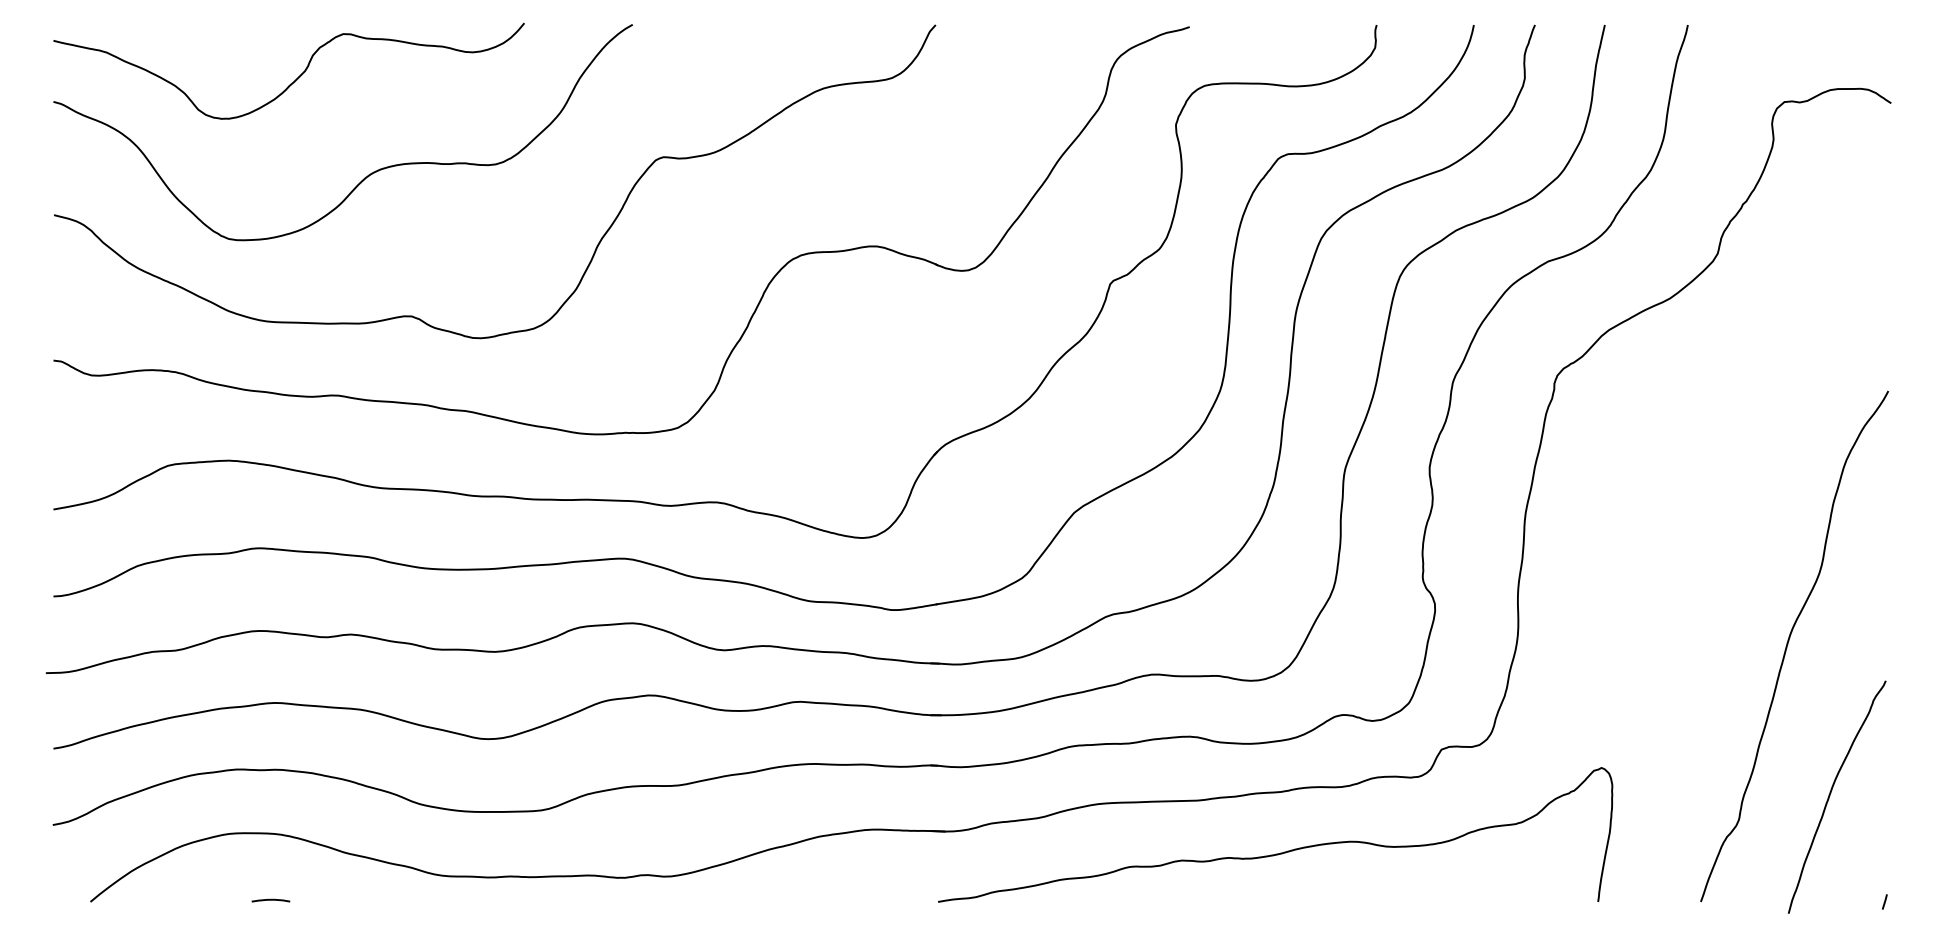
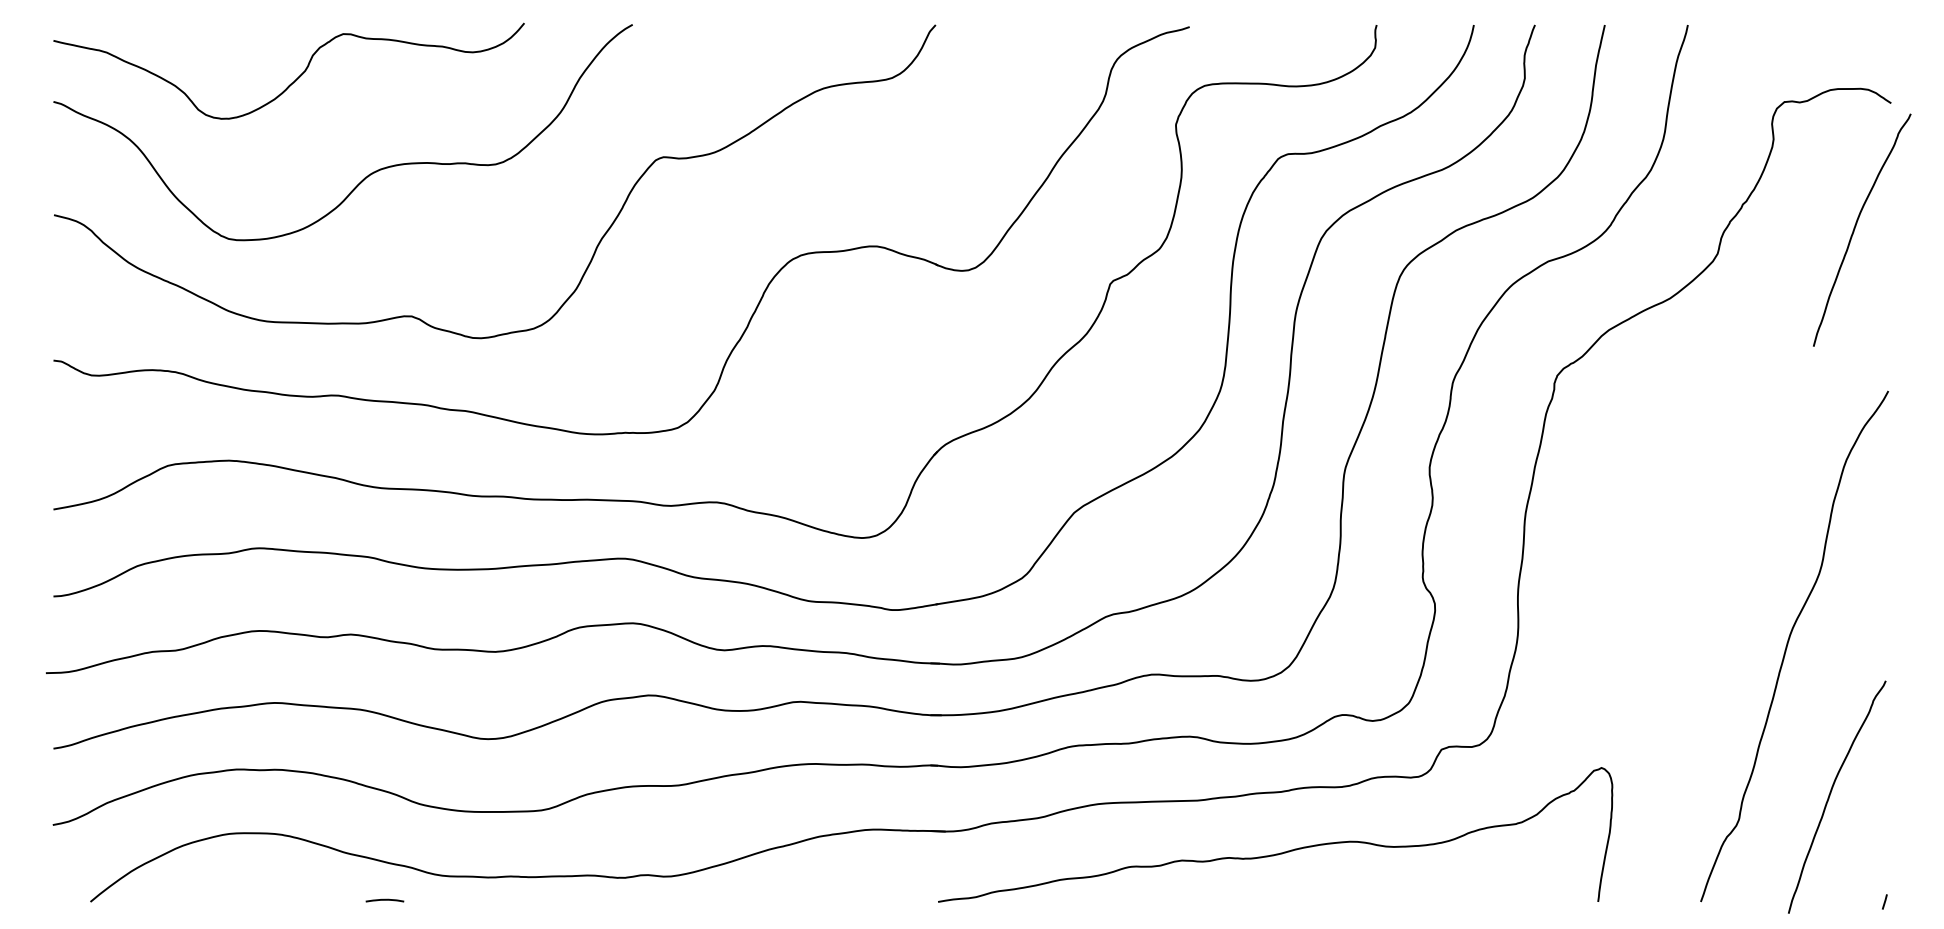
curve at (1856, 226): none -> present
curve at (270, 900) position: (270, 900) -> (384, 900)
